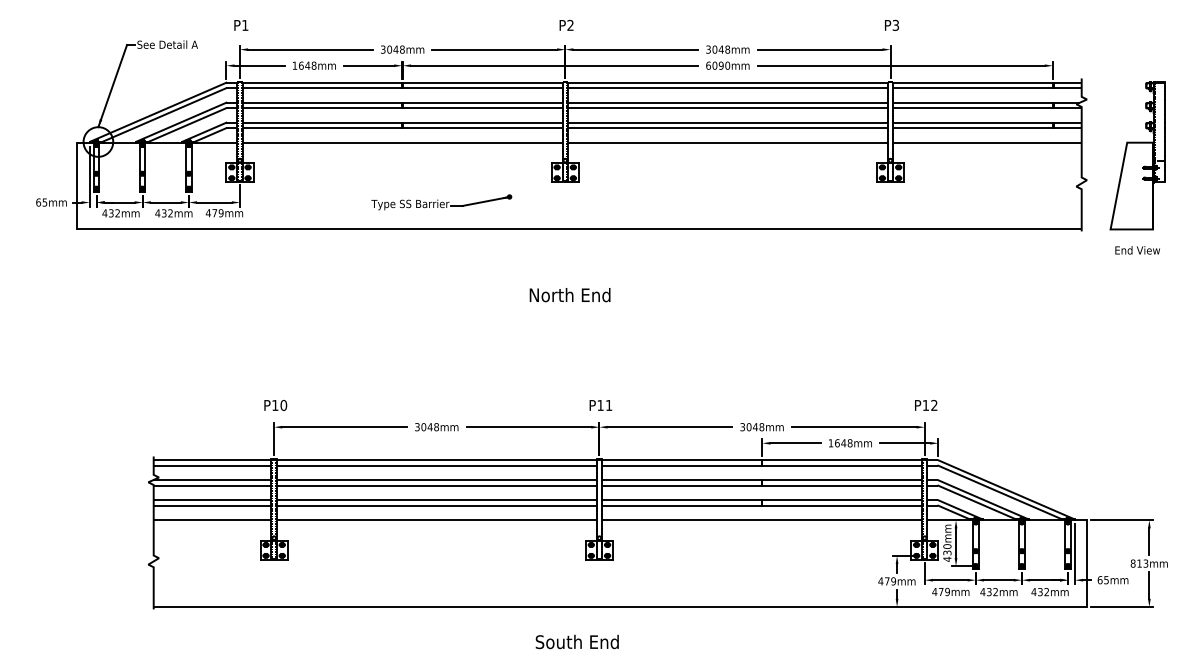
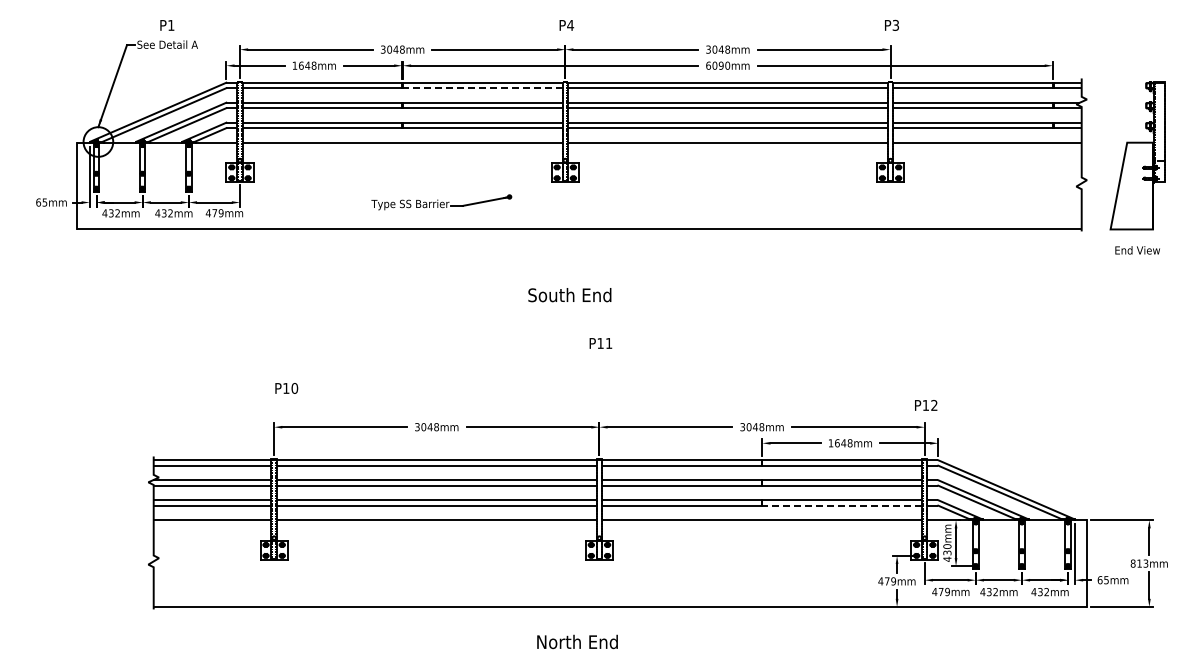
text at (570, 24): P2 -> P4
text at (241, 25) position: (241, 25) -> (167, 25)
line at (482, 88): solid -> dashed
text at (569, 295): North End -> South End
text at (275, 405) position: (275, 405) -> (286, 388)
text at (600, 405) position: (600, 405) -> (600, 343)
line at (842, 505): solid -> dashed
text at (576, 641): South End -> North End
